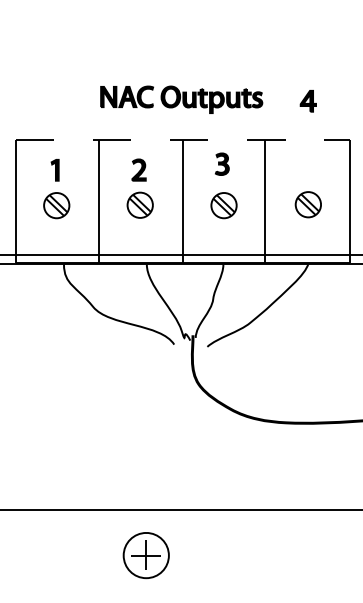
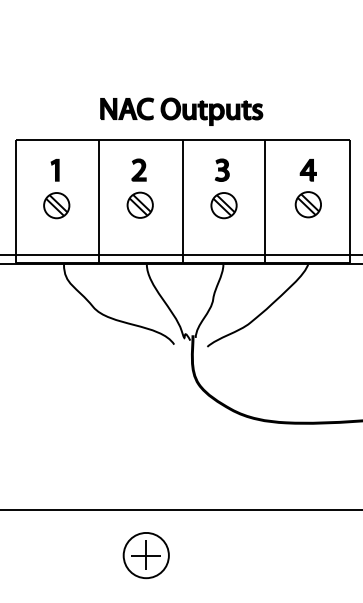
part at (181, 99) position: (181, 99) -> (181, 111)
part at (307, 101) position: (307, 101) -> (307, 170)
line at (183, 139): dashed -> solid
part at (222, 163) position: (222, 163) -> (222, 169)
